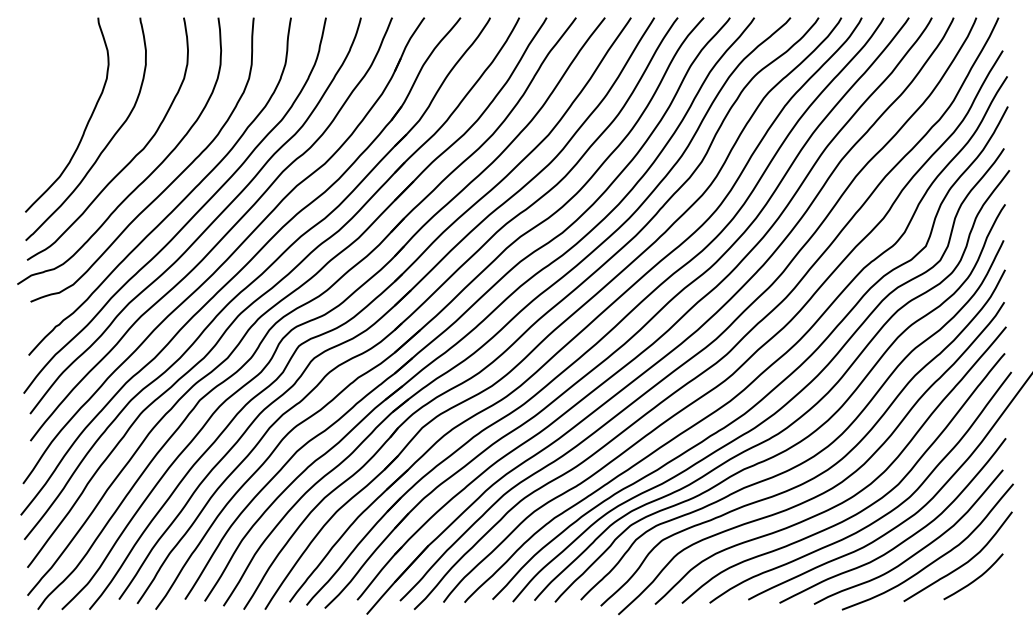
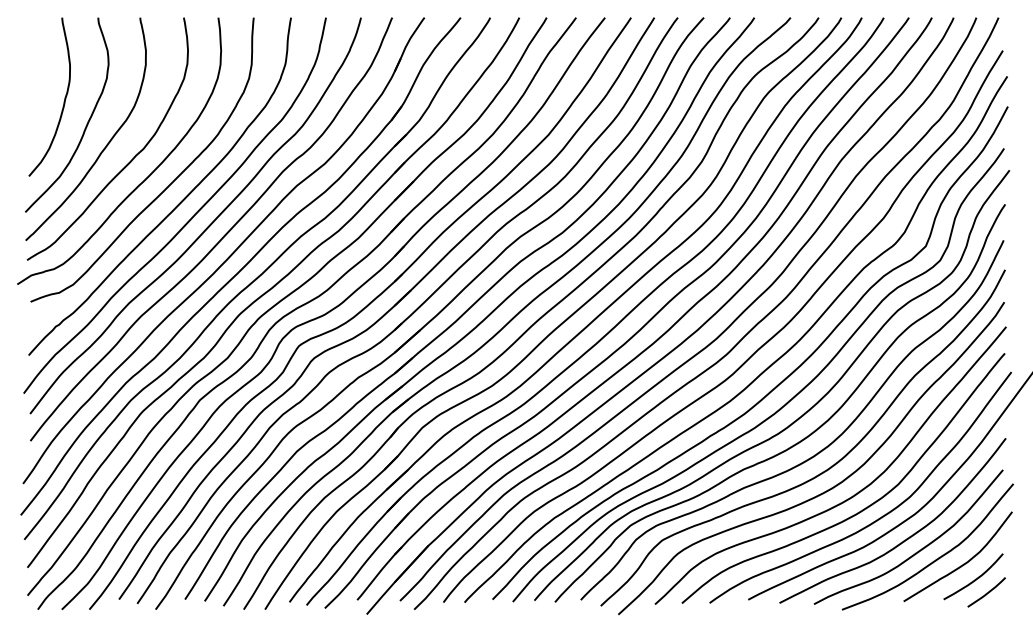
curve at (63, 101): none -> present
curve at (987, 592): none -> present
